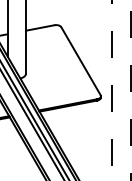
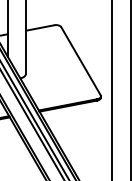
line at (130, 90): dashed -> solid
line at (112, 91): dashed -> solid
